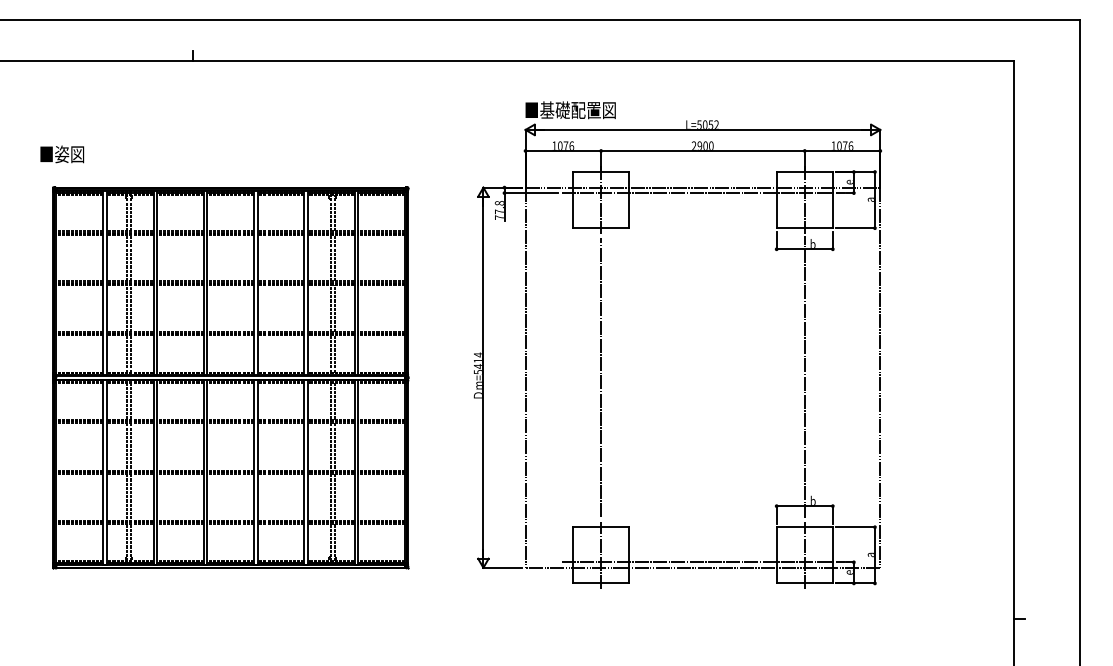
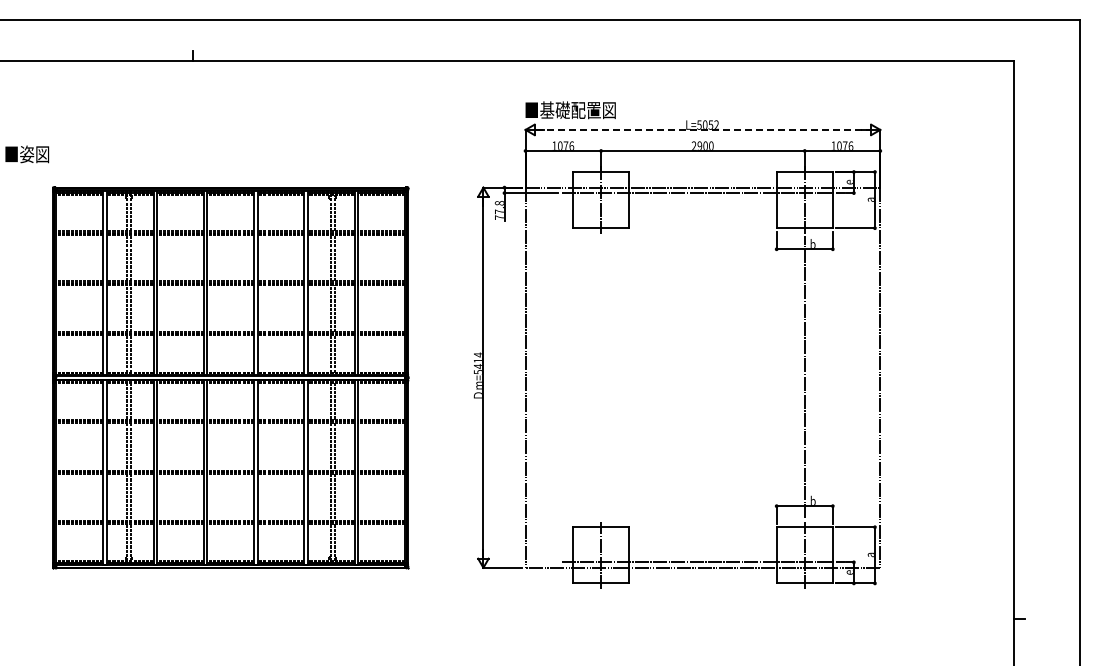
line at (702, 129): solid -> dashed
text at (62, 154) position: (62, 154) -> (27, 154)
line at (601, 377): present -> none
